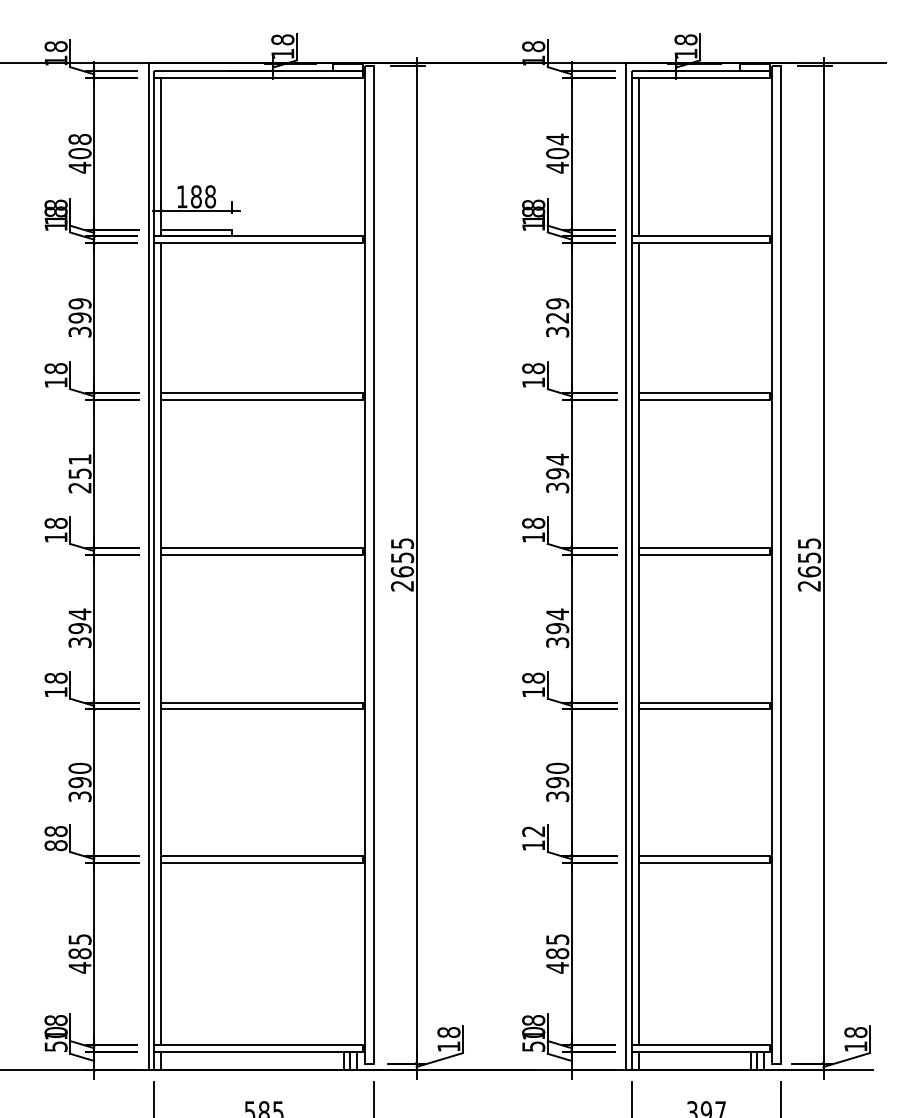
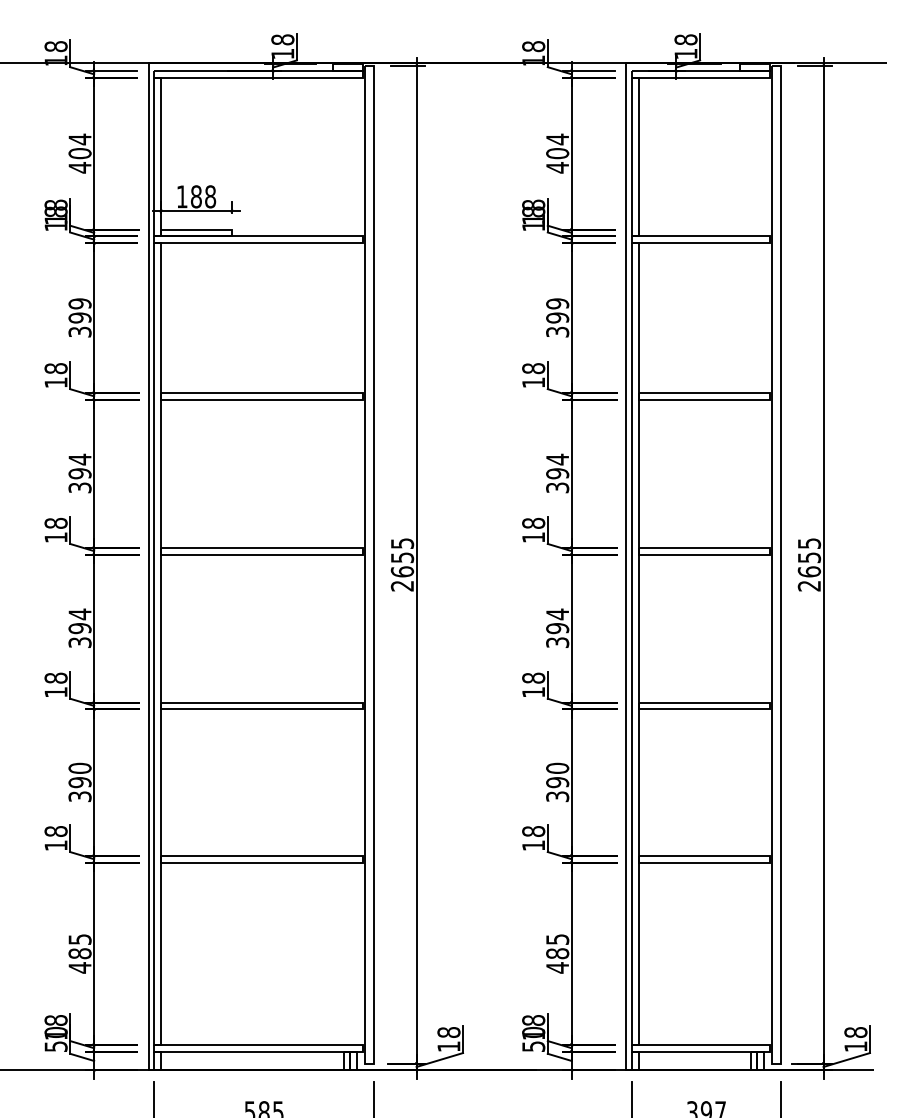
text at (79, 139): 408 -> 404
text at (557, 317): 329 -> 399
text at (79, 473): 251 -> 394
text at (533, 831): 12 -> 18
text at (55, 845): 88 -> 18
